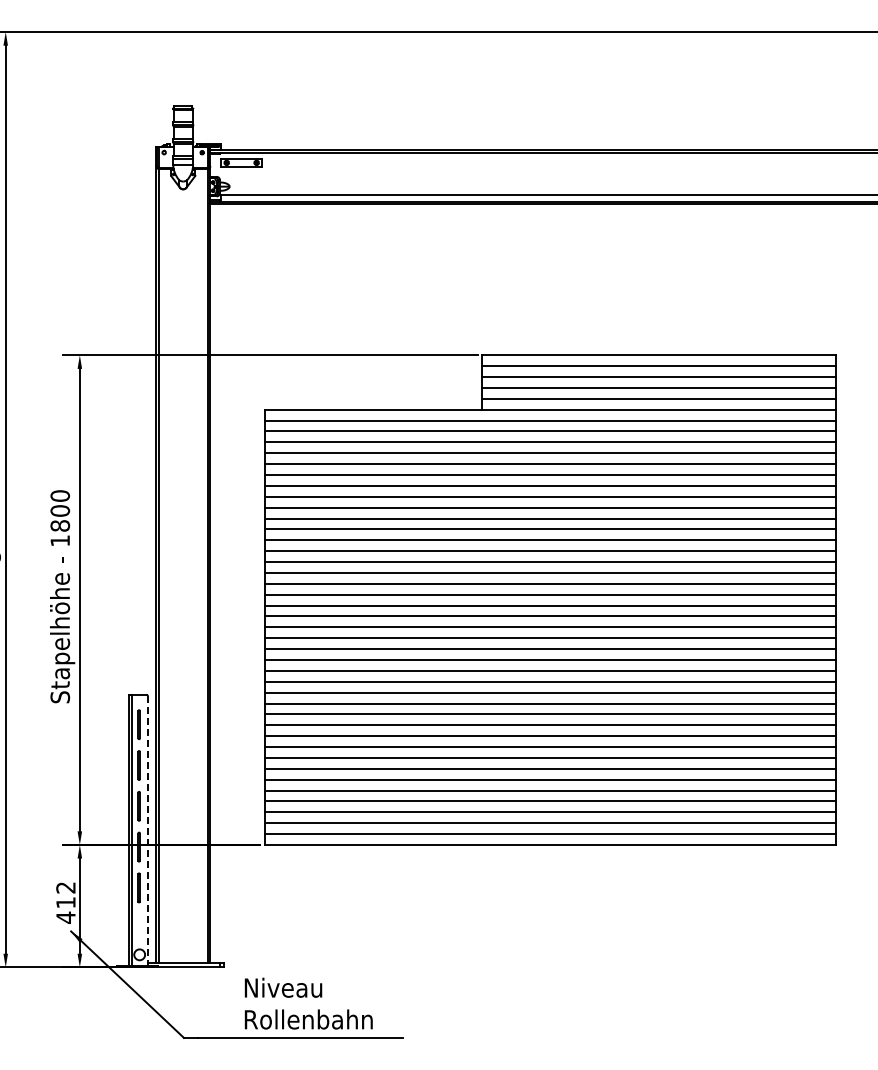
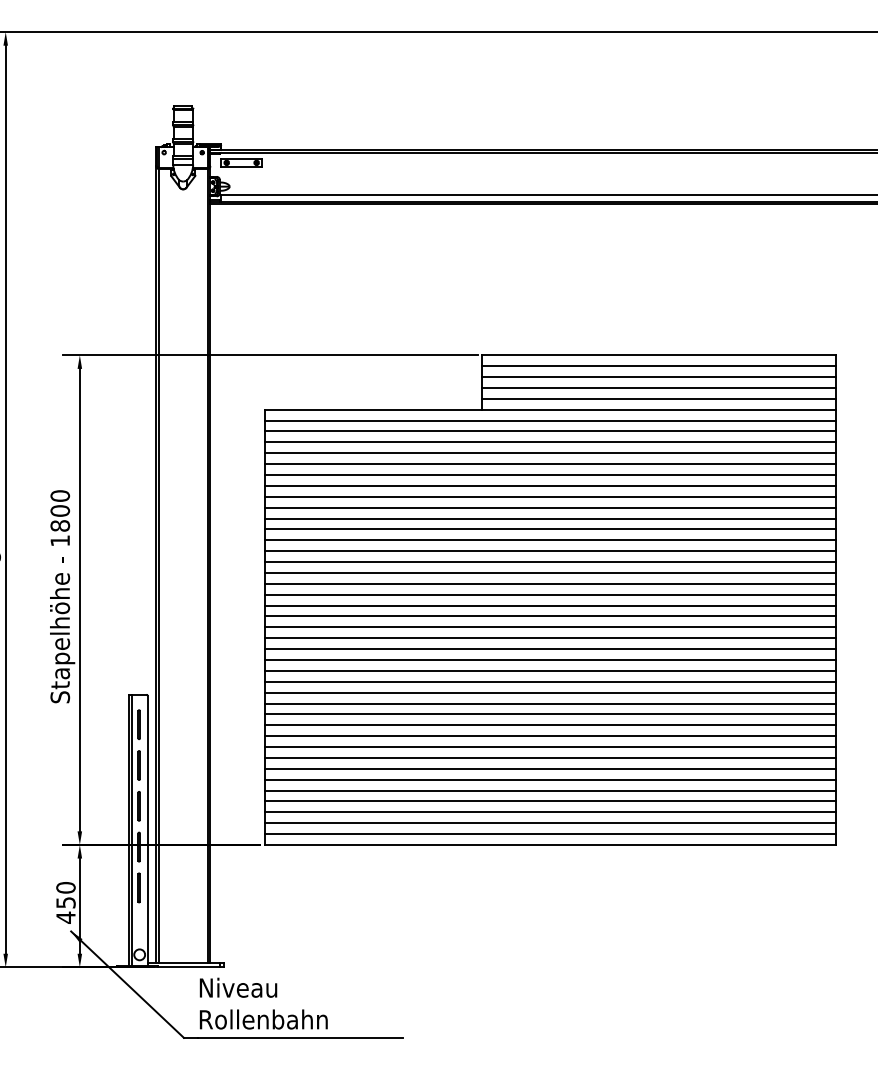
line at (147, 830): dashed -> solid
text at (65, 895): 412 -> 450
text at (308, 1003) position: (308, 1003) -> (263, 1003)
